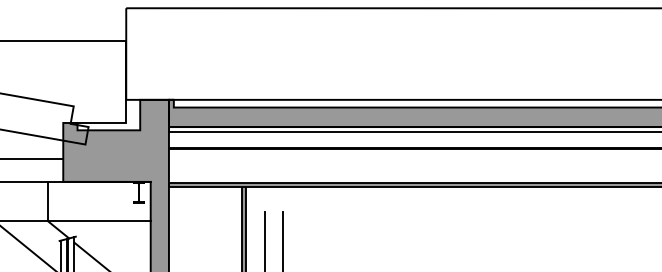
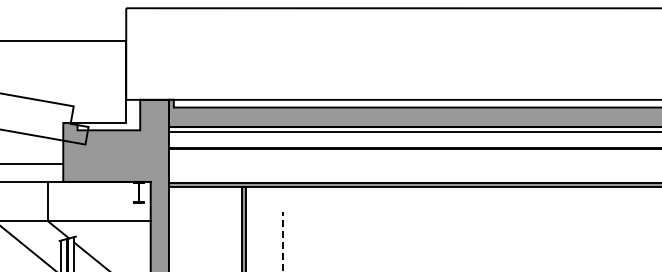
line at (32, 158) position: (32, 158) -> (32, 163)
line at (264, 239): present -> none
line at (283, 241): solid -> dashed
